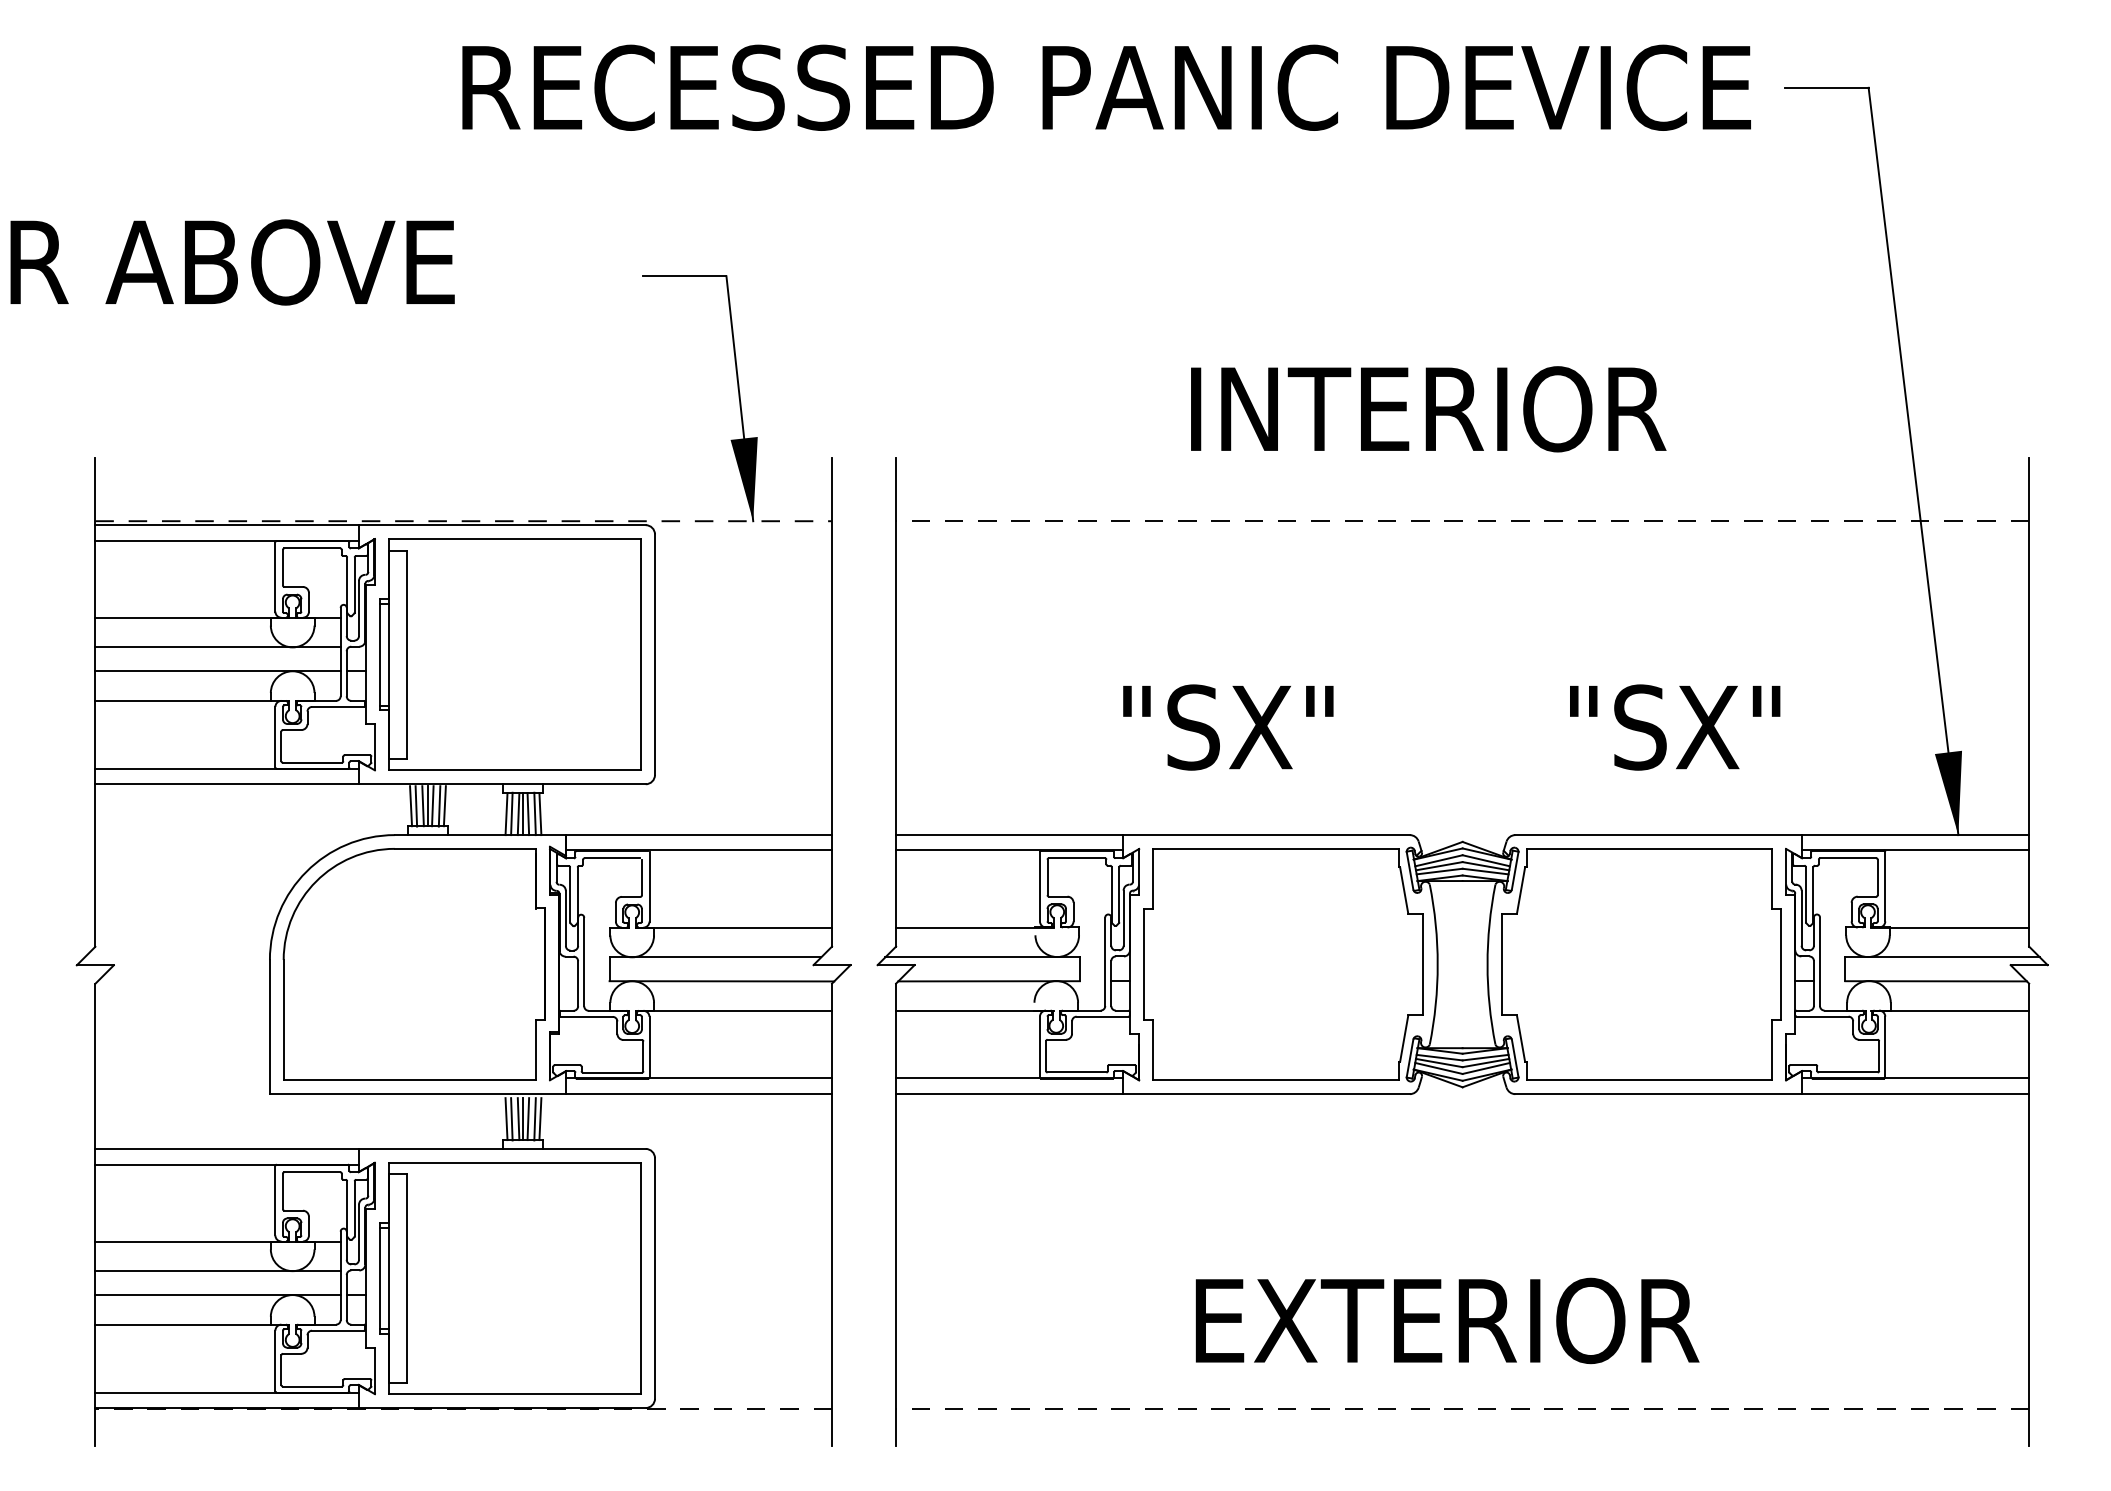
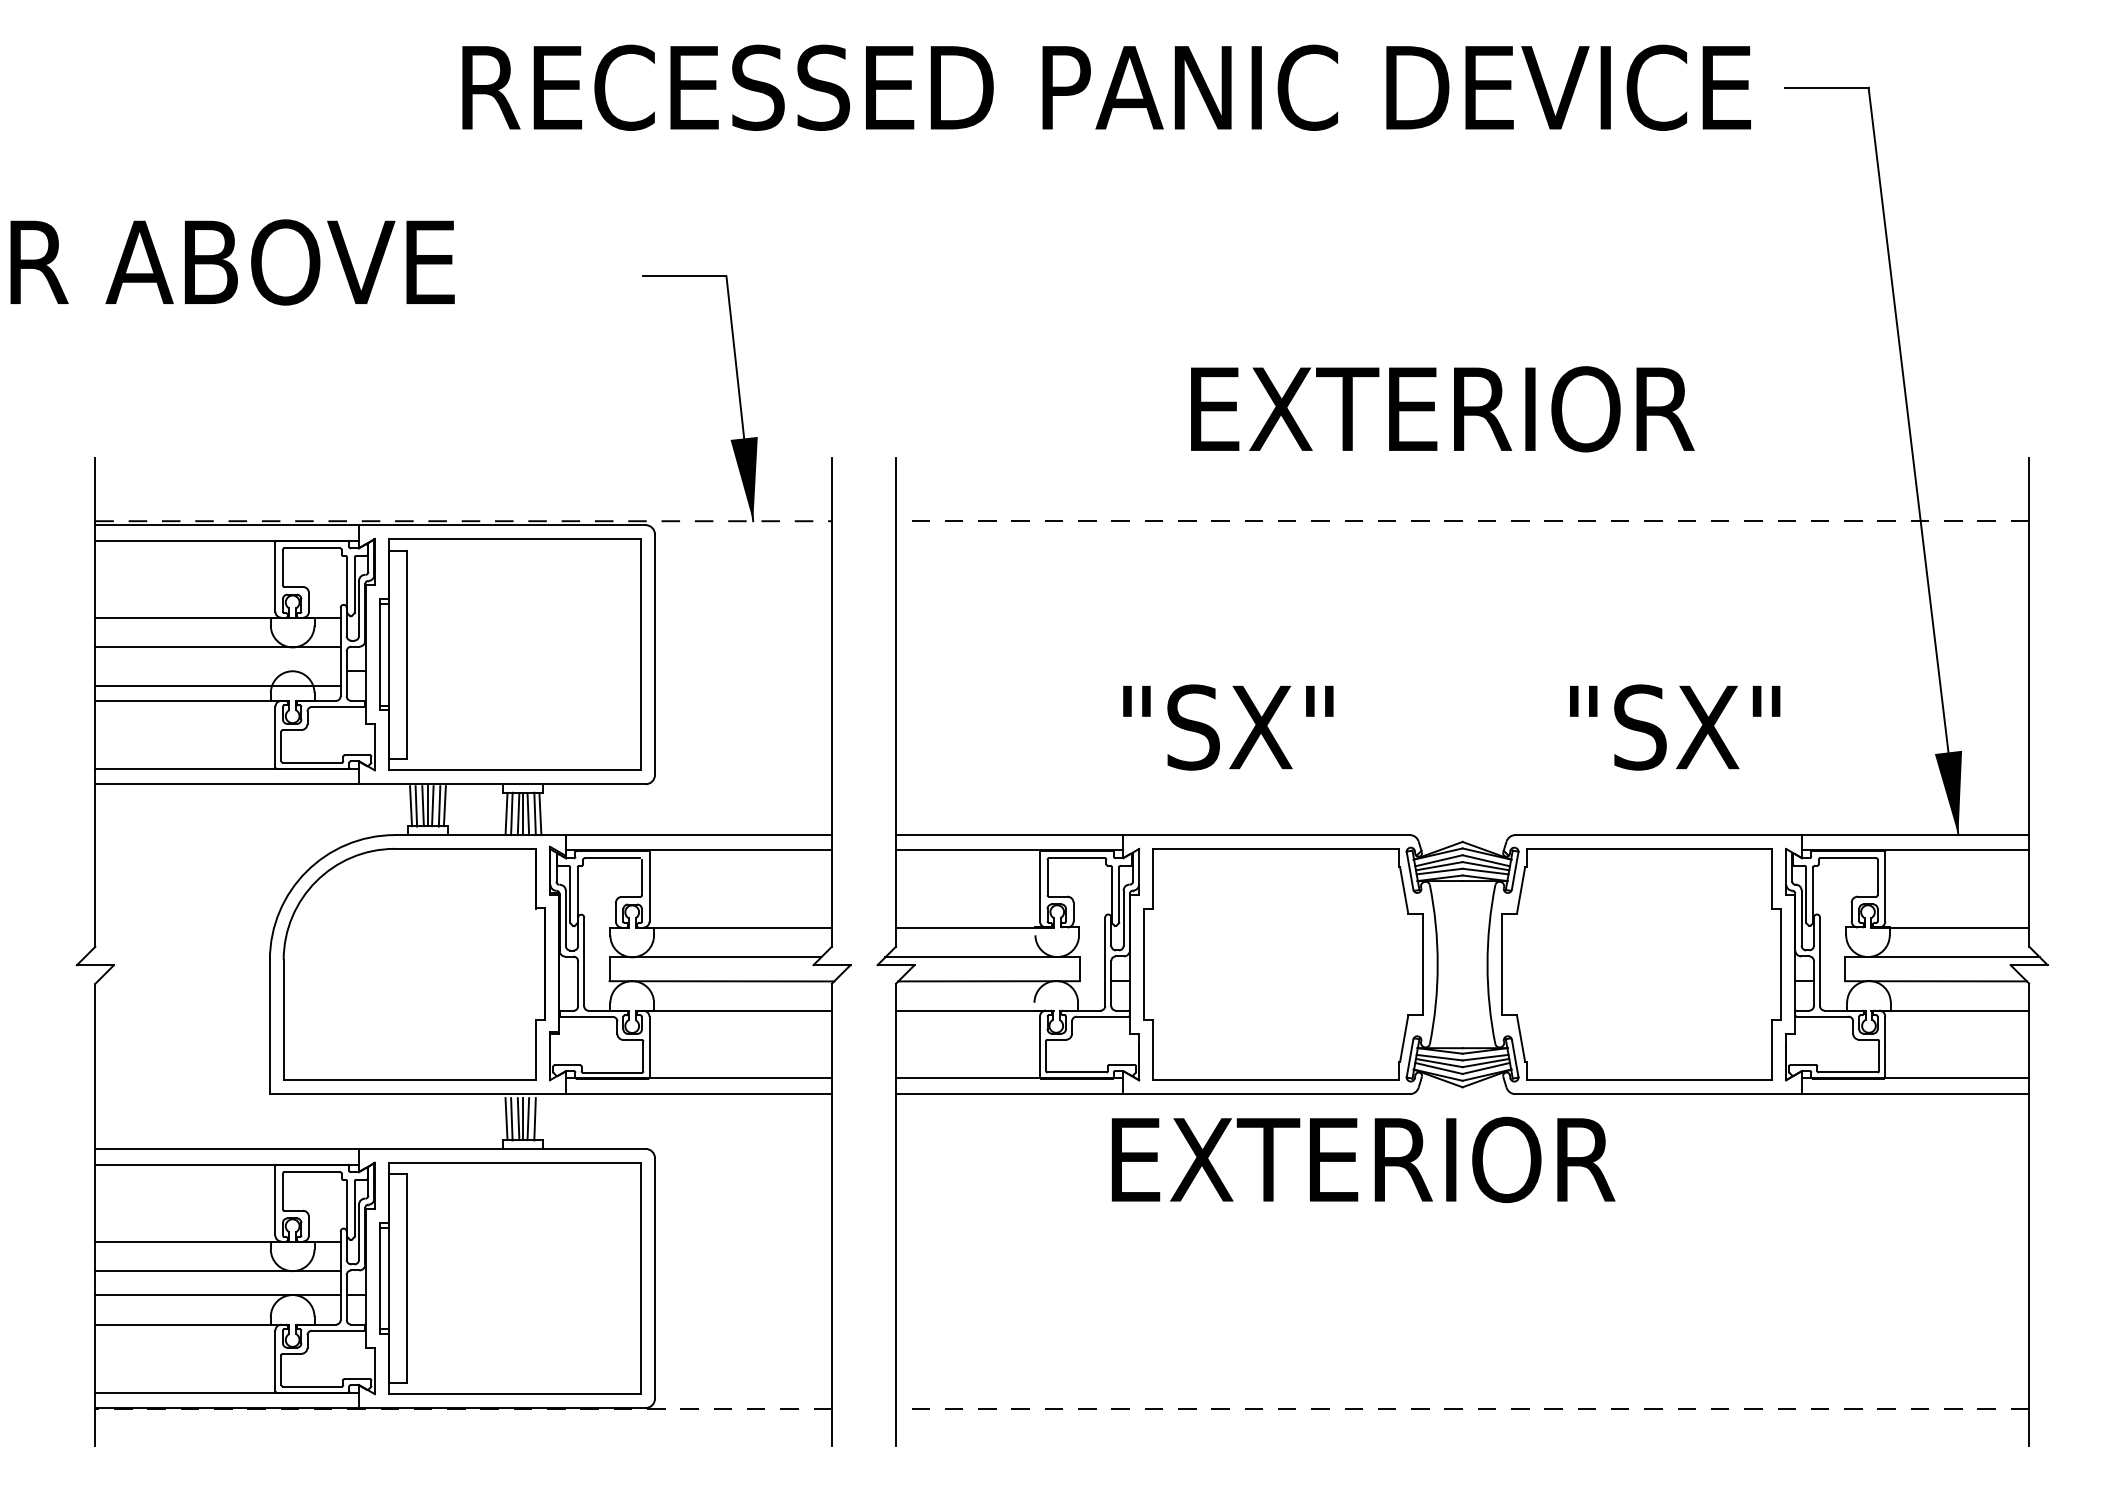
text at (1447, 409): INTERIOR -> EXTERIOR
line at (217, 671) position: (217, 671) -> (217, 686)
line at (540, 1119): present -> none
text at (1447, 1320) position: (1447, 1320) -> (1363, 1159)
